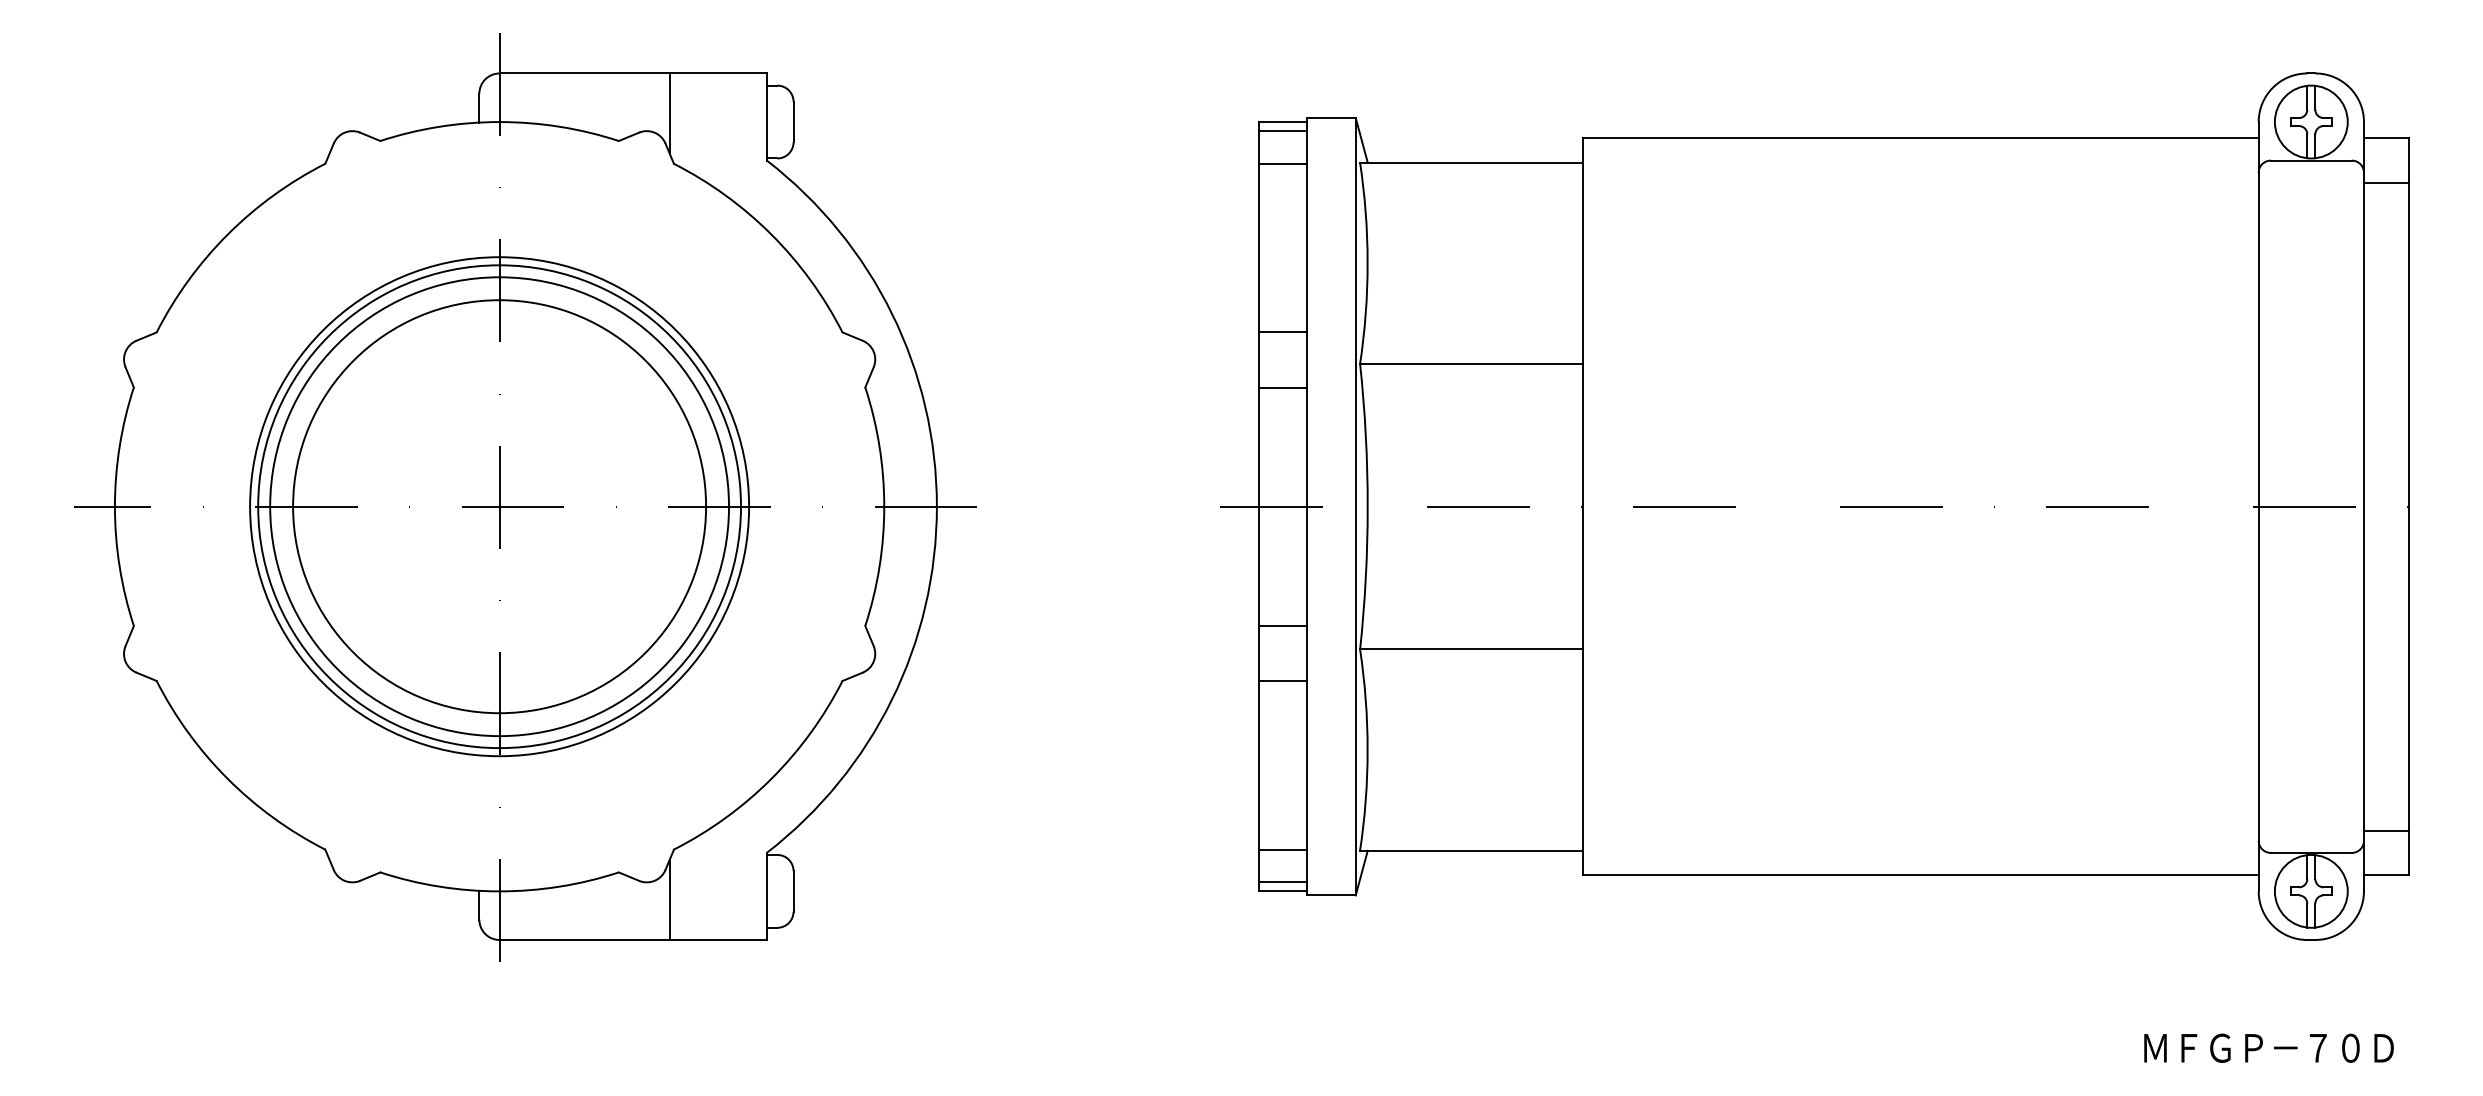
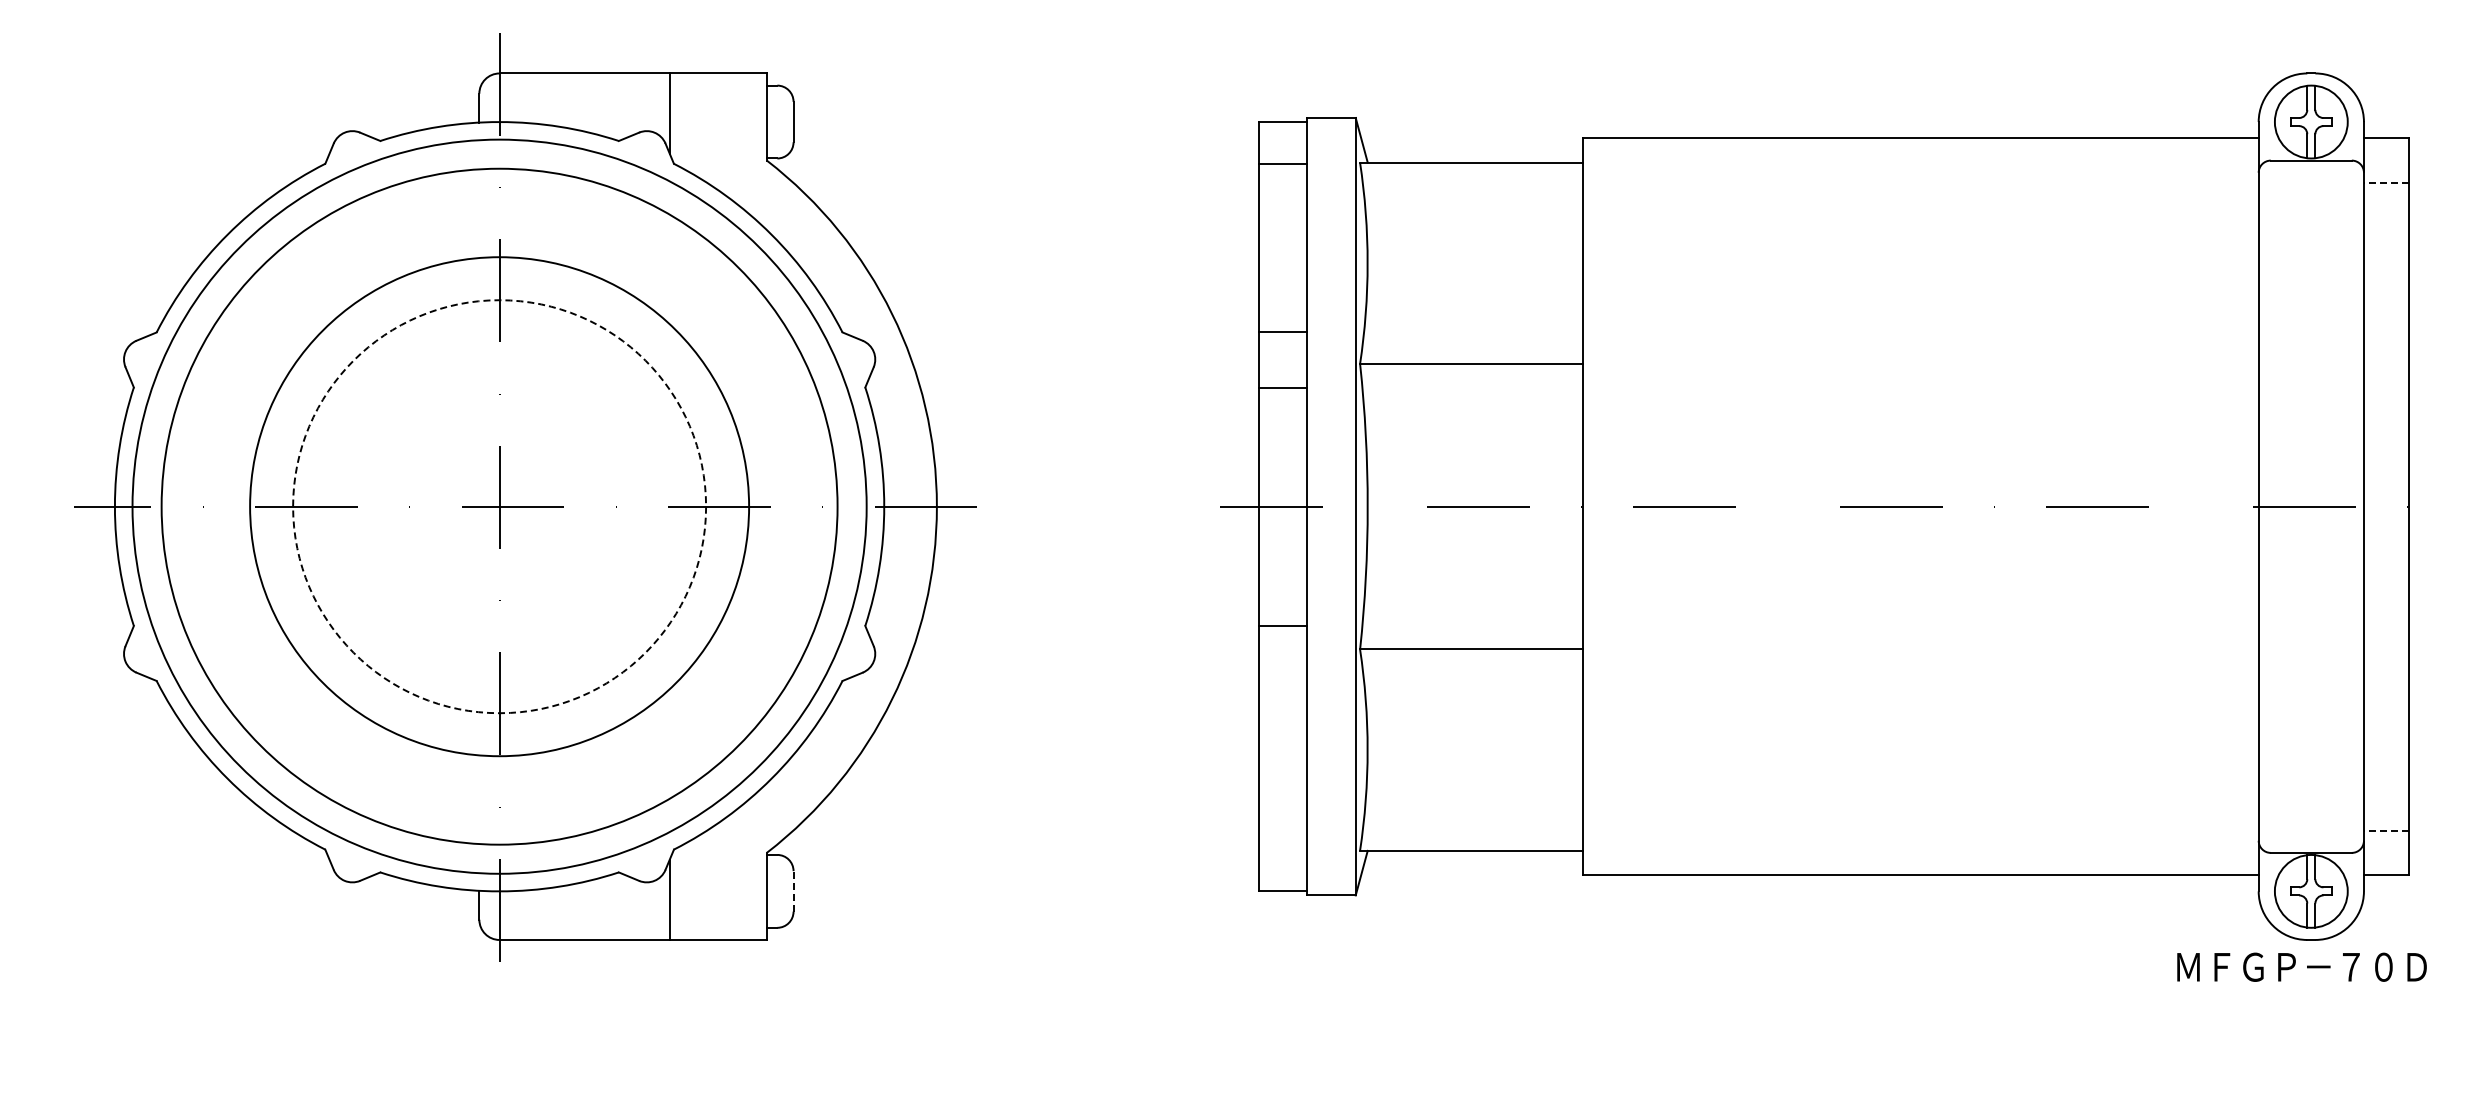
line at (1282, 131): present -> none
line at (2385, 182): solid -> dashed
circle at (499, 506) diameter: 459 px -> 734 px
circle at (499, 506) diameter: 483 px -> 676 px
circle at (499, 506): solid -> dashed
line at (1282, 680): present -> none
line at (2385, 830): solid -> dashed
line at (1282, 849): present -> none
line at (1282, 882): present -> none
line at (793, 890): solid -> dashed
text at (2268, 1047) position: (2268, 1047) -> (2301, 966)
